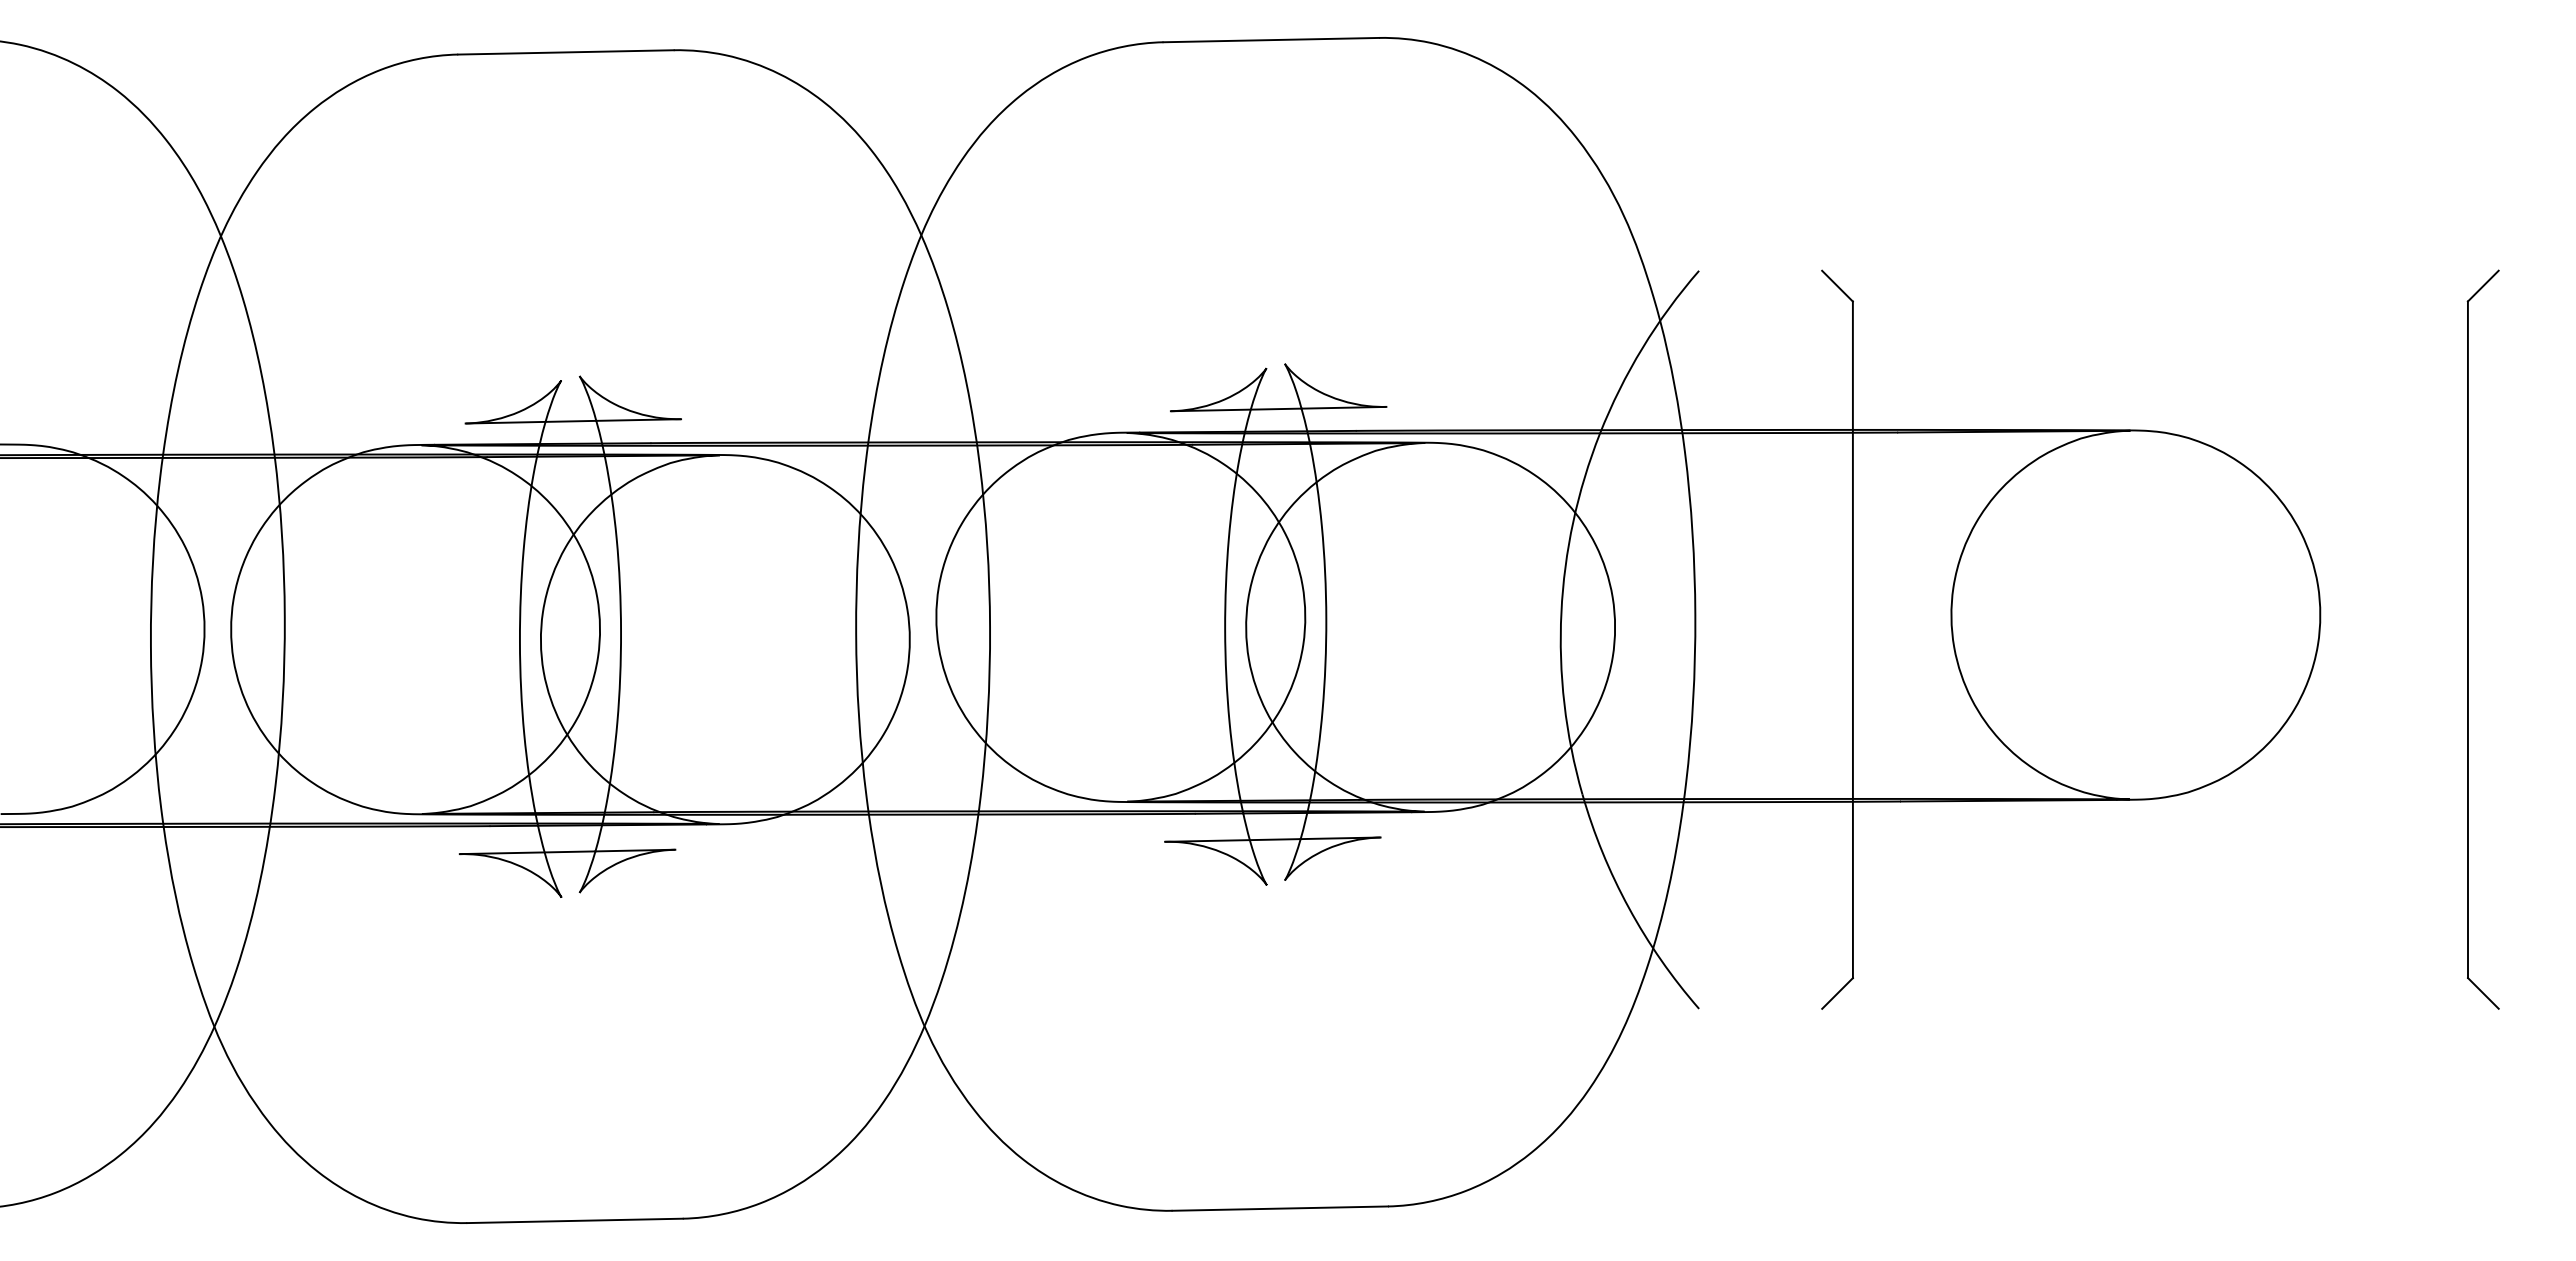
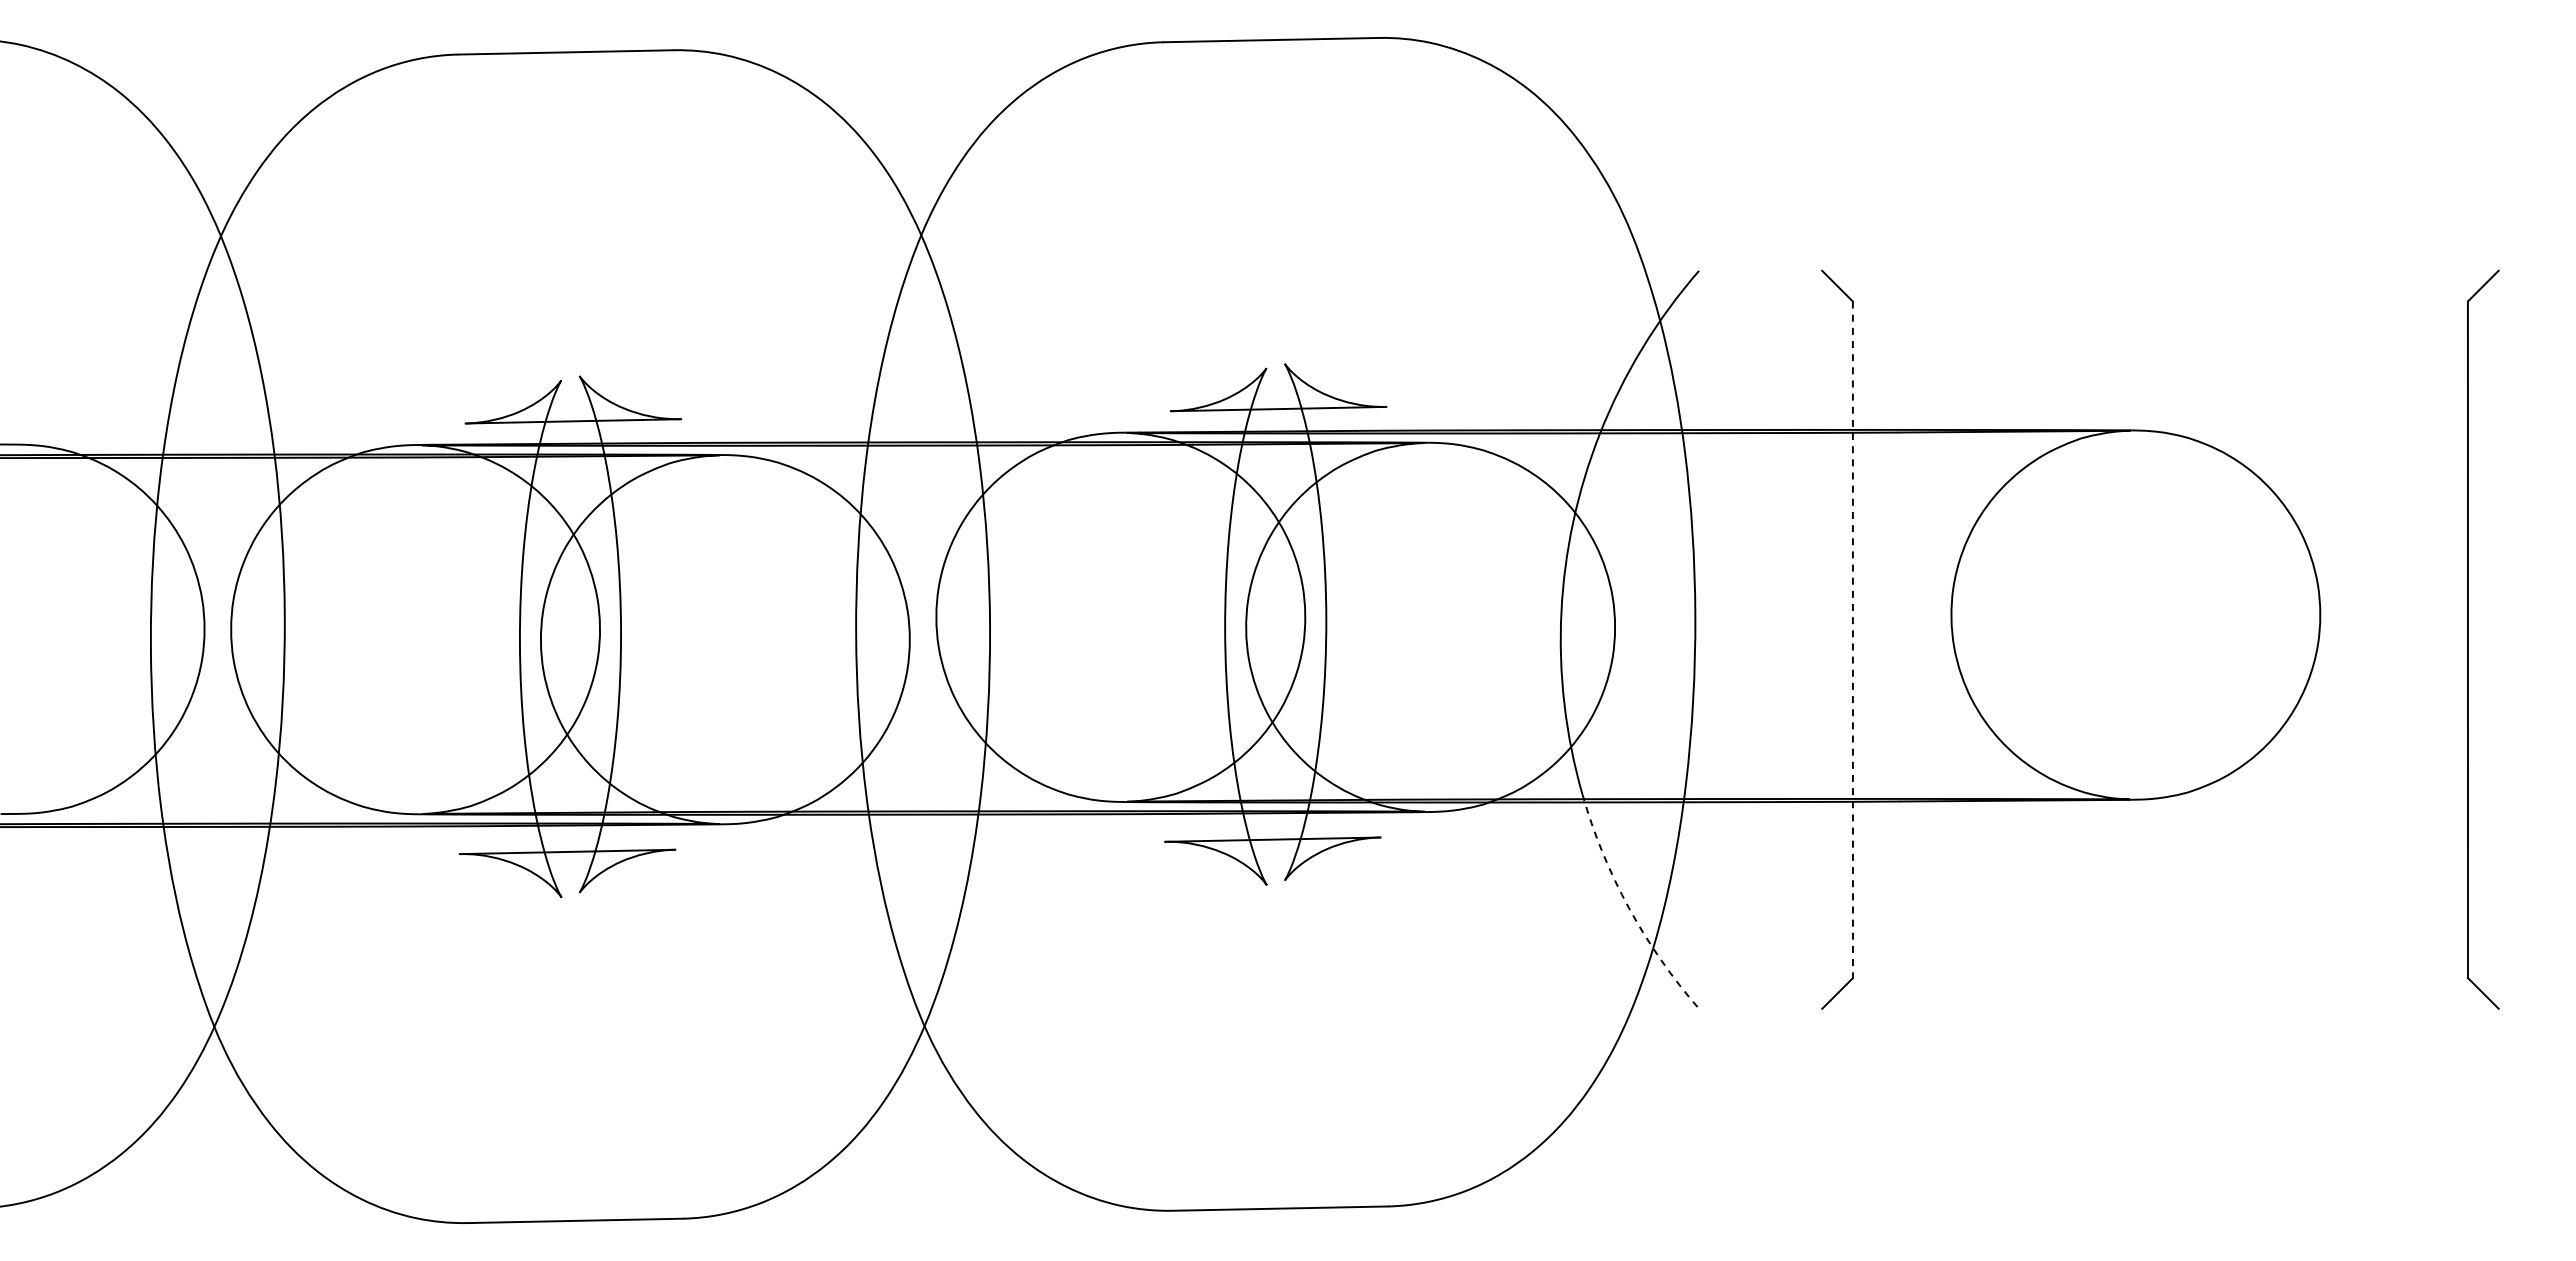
line at (1852, 640): solid -> dashed
arc at (1628, 908): solid -> dashed
